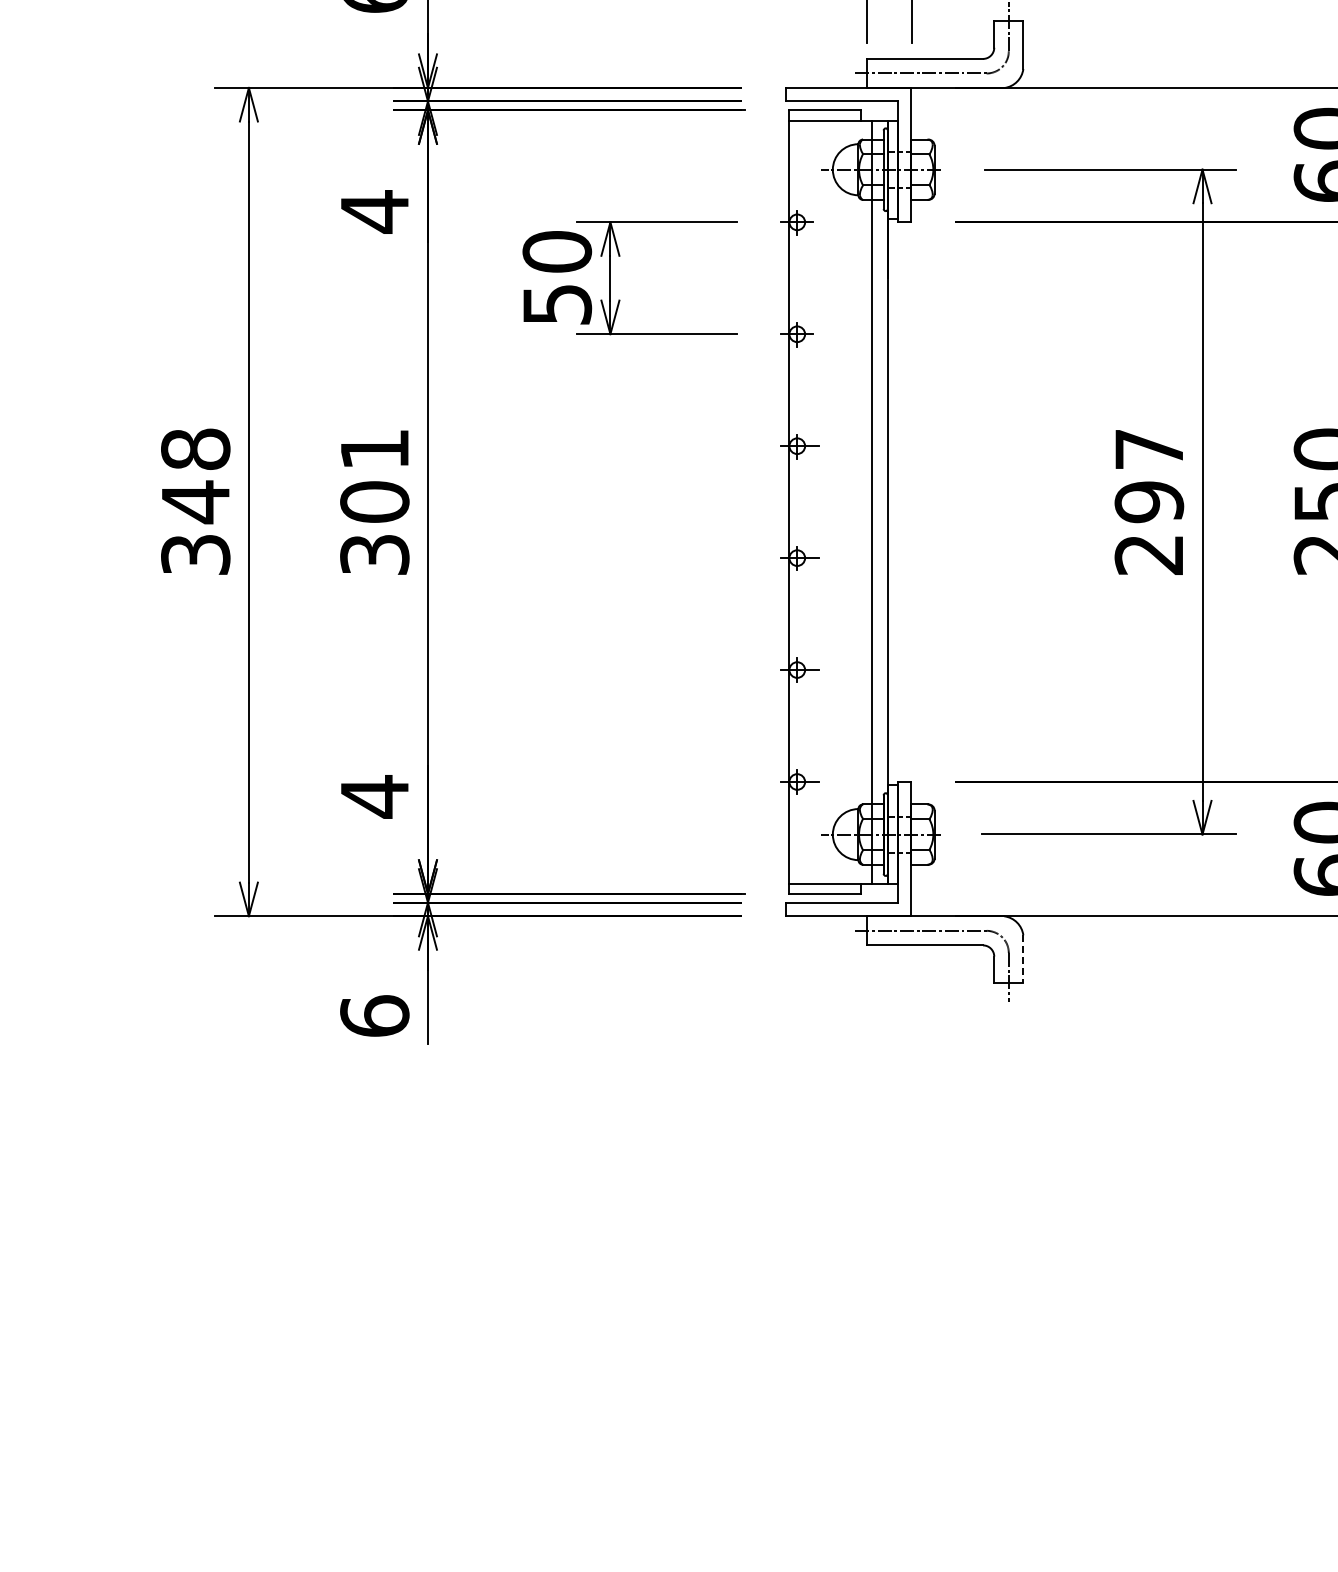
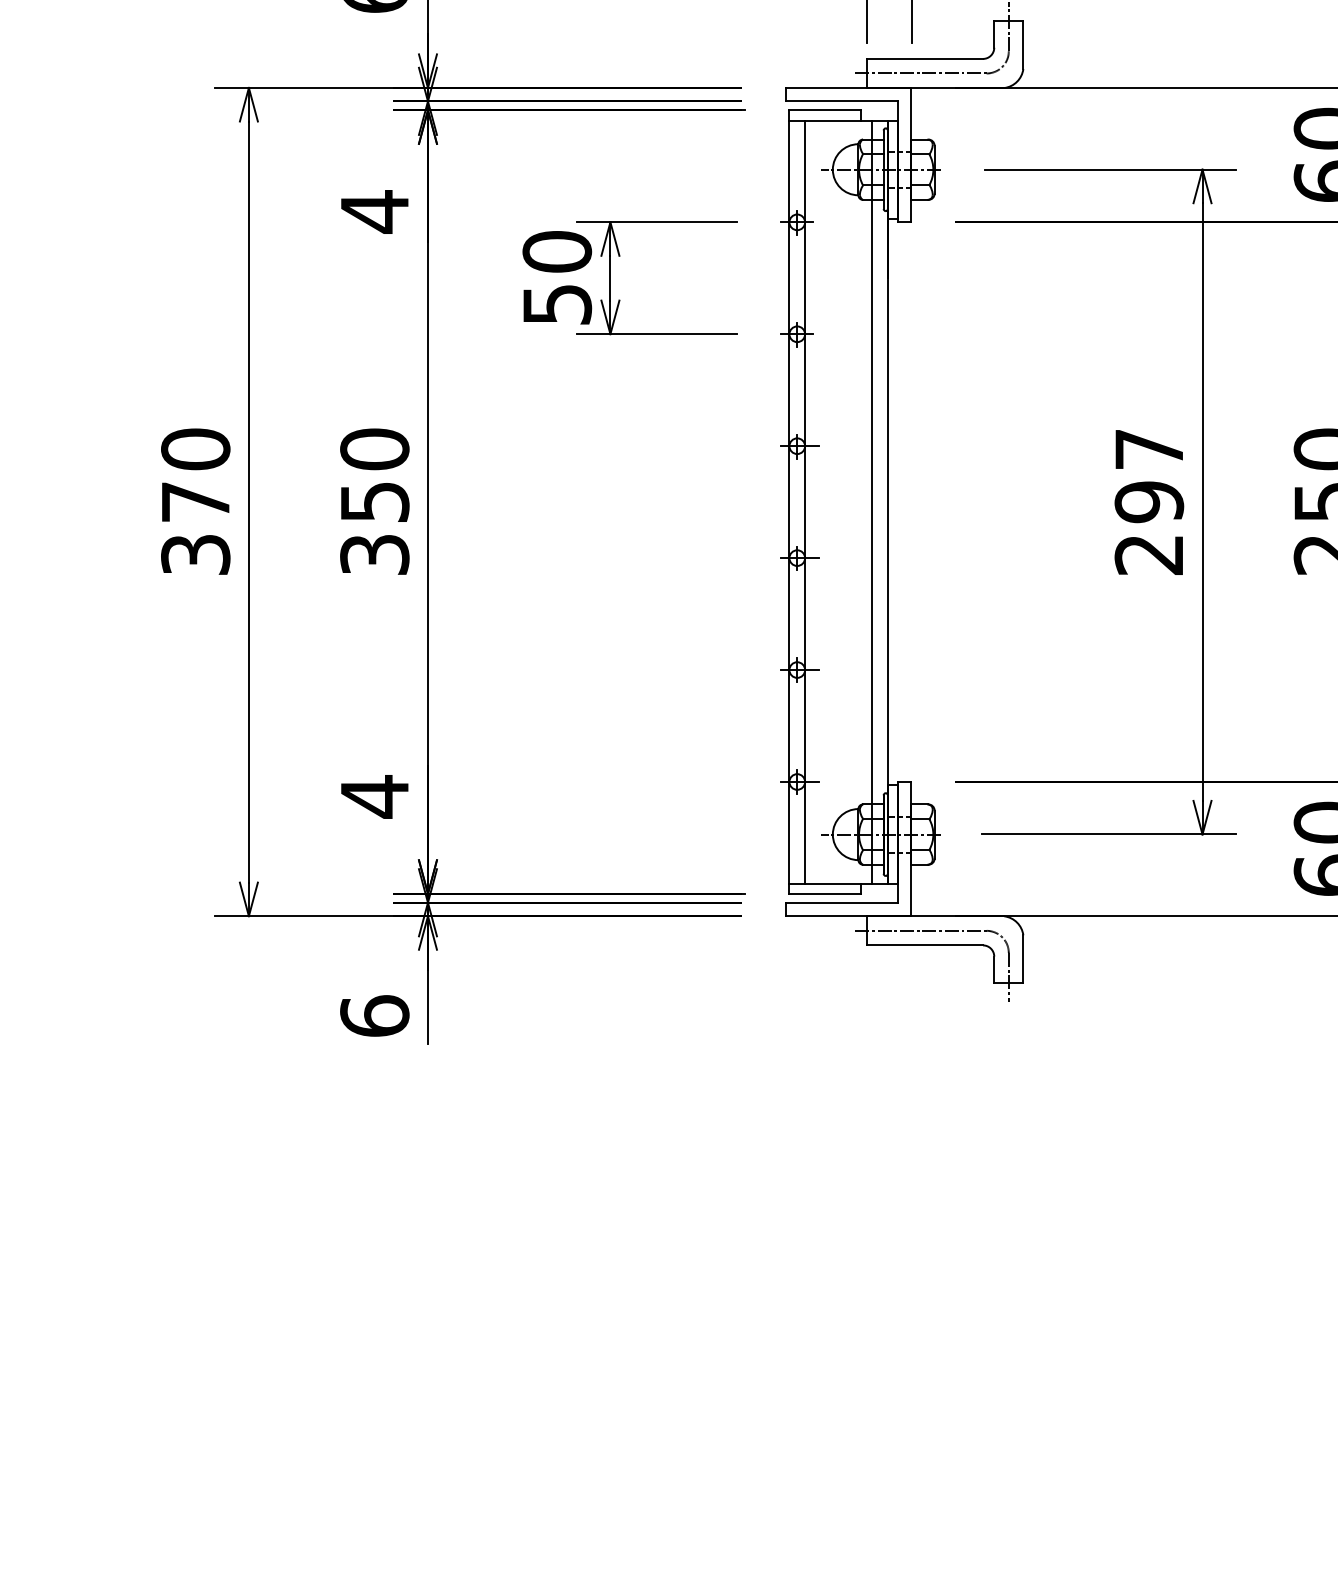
text at (374, 475): 301 -> 350
text at (195, 476): 348 -> 370
line at (805, 501): none -> present
line at (1023, 959): dashed -> solid
